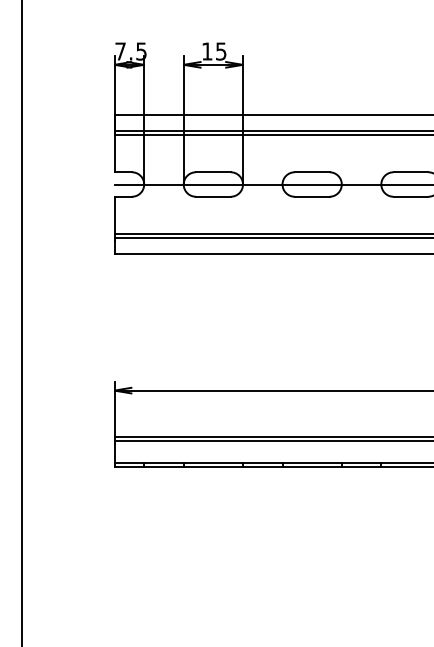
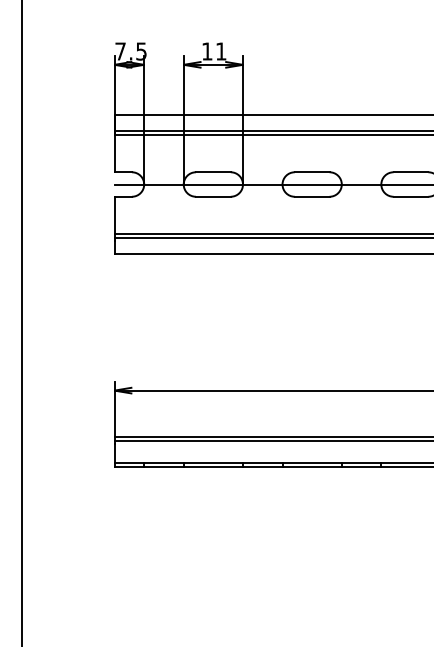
text at (221, 51): 15 -> 11
